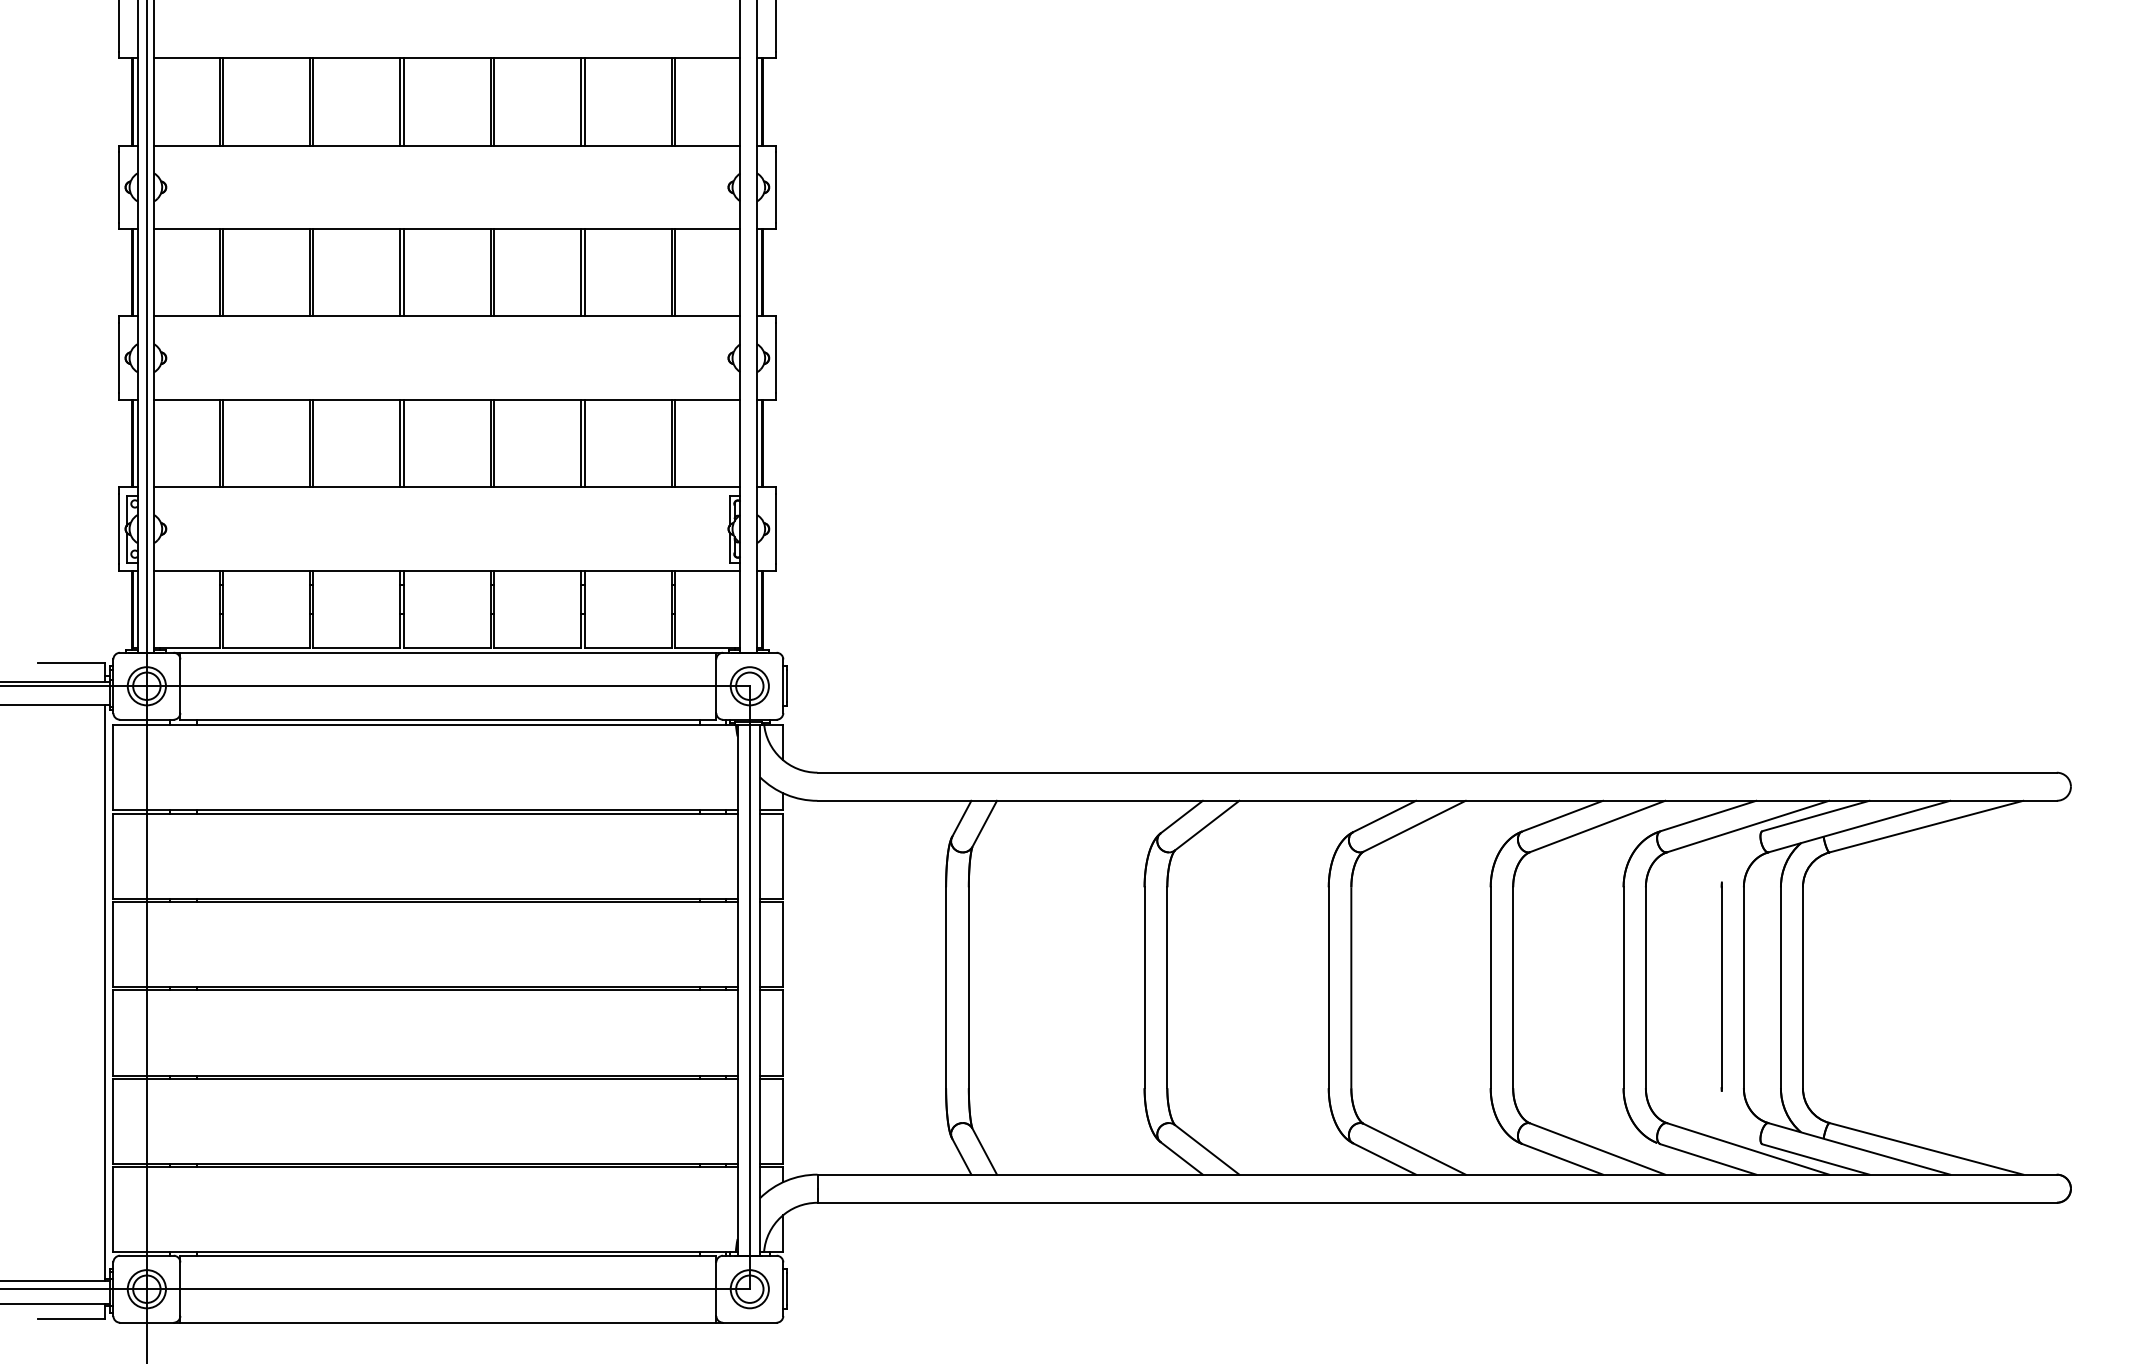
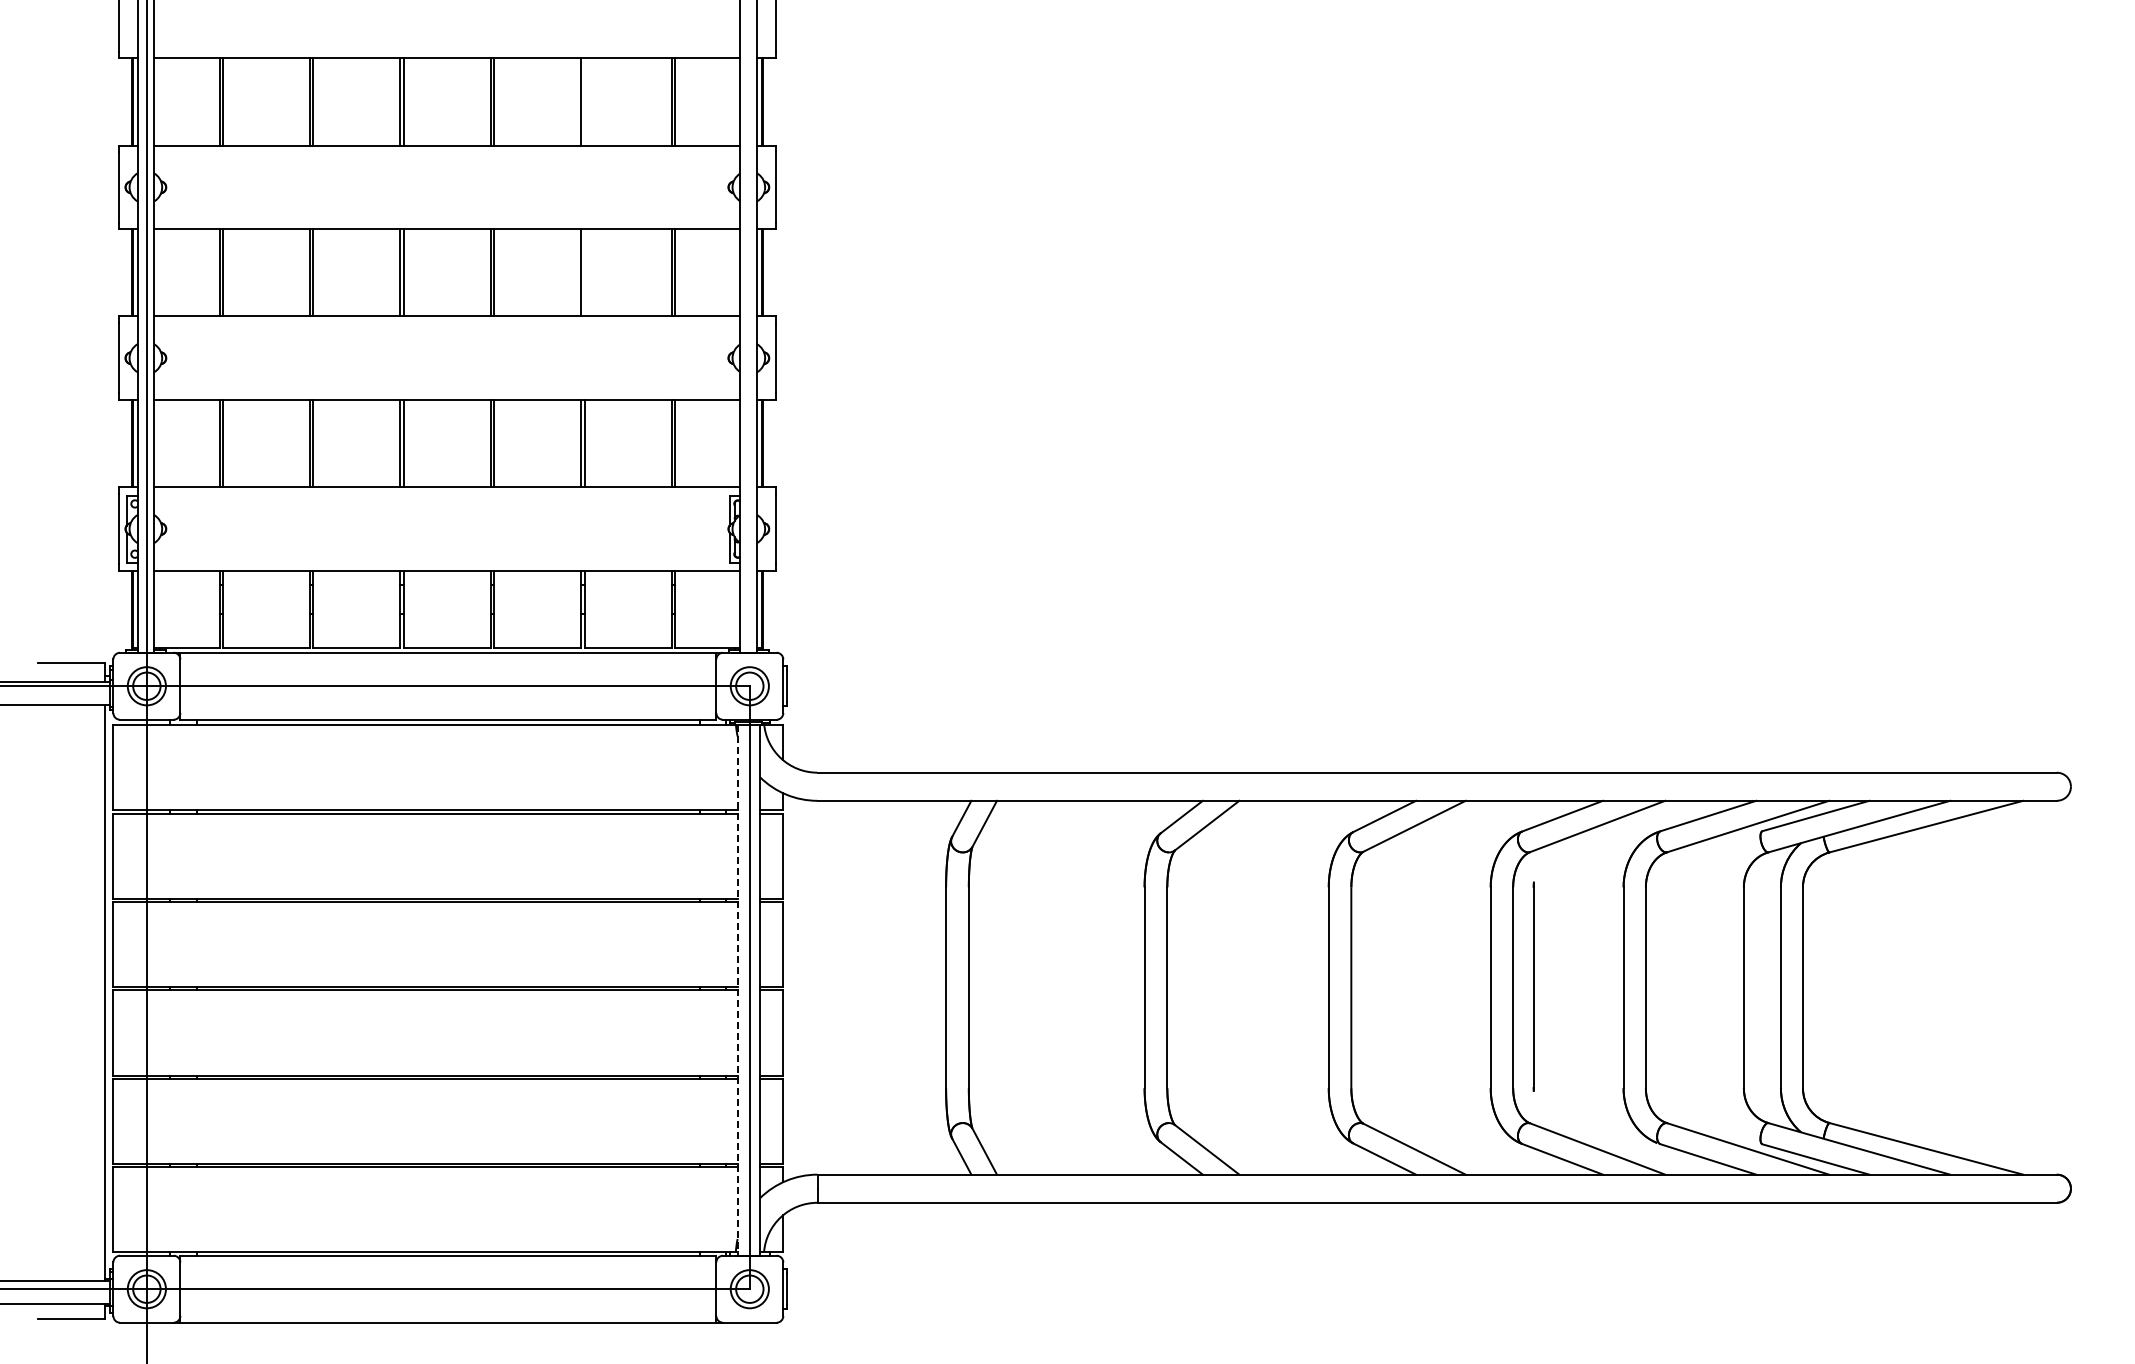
line at (584, 101): present -> none
line at (584, 272): present -> none
line at (1721, 986) position: (1721, 986) -> (1533, 986)
line at (737, 990): solid -> dashed
